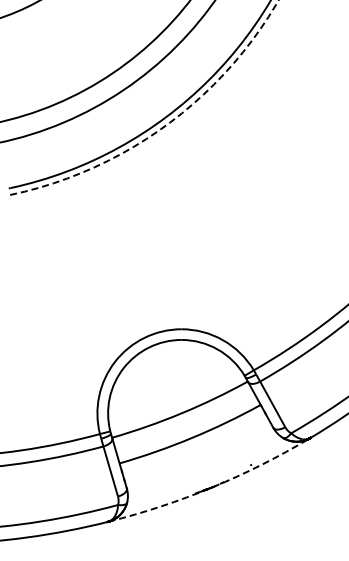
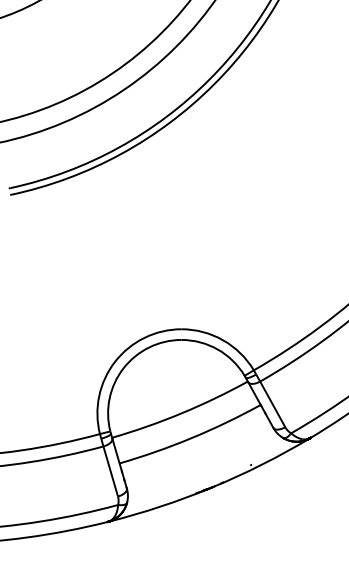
arc at (166, 125): dashed -> solid
arc at (212, 487): dashed -> solid
